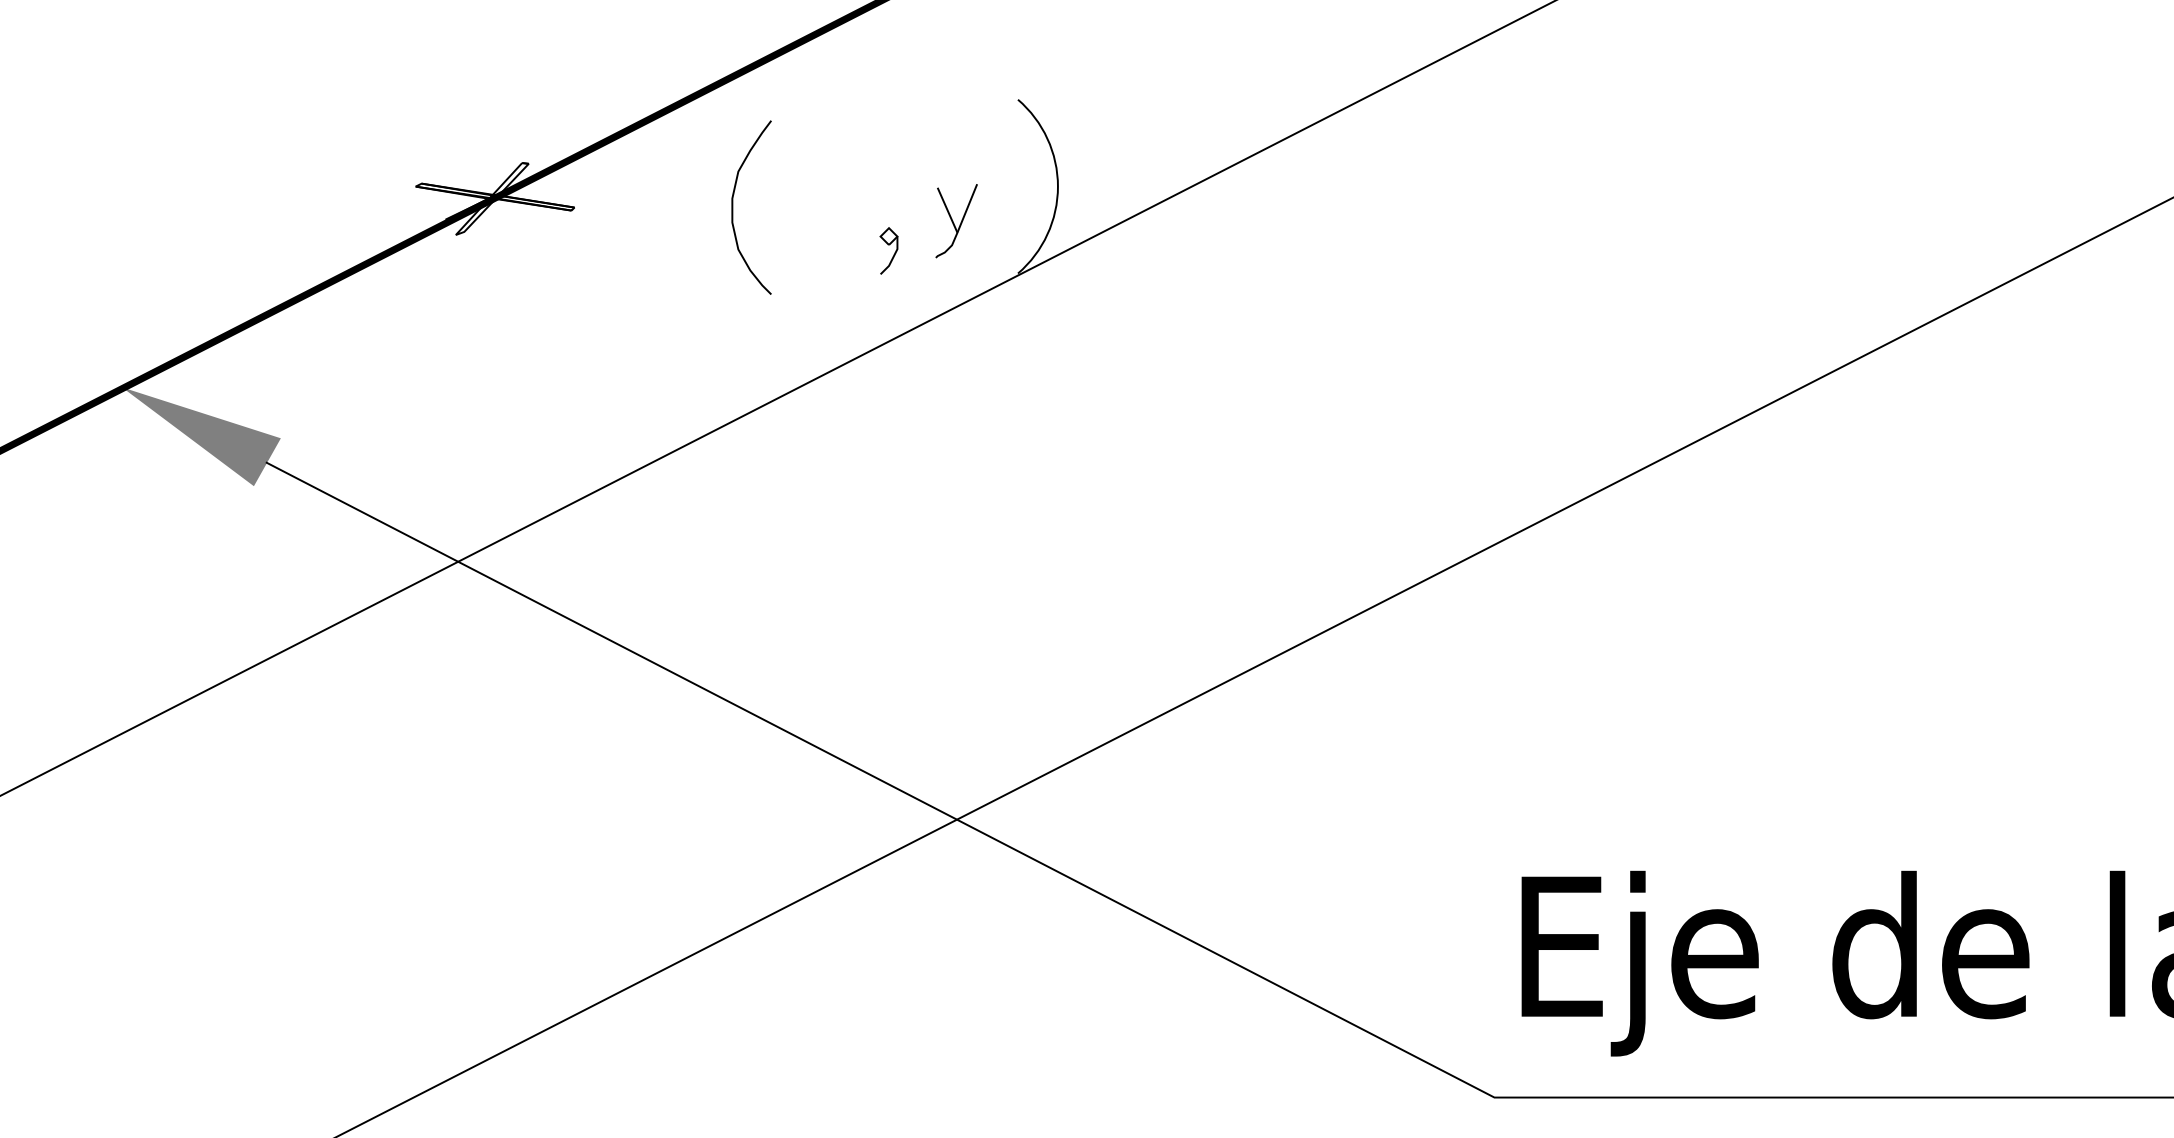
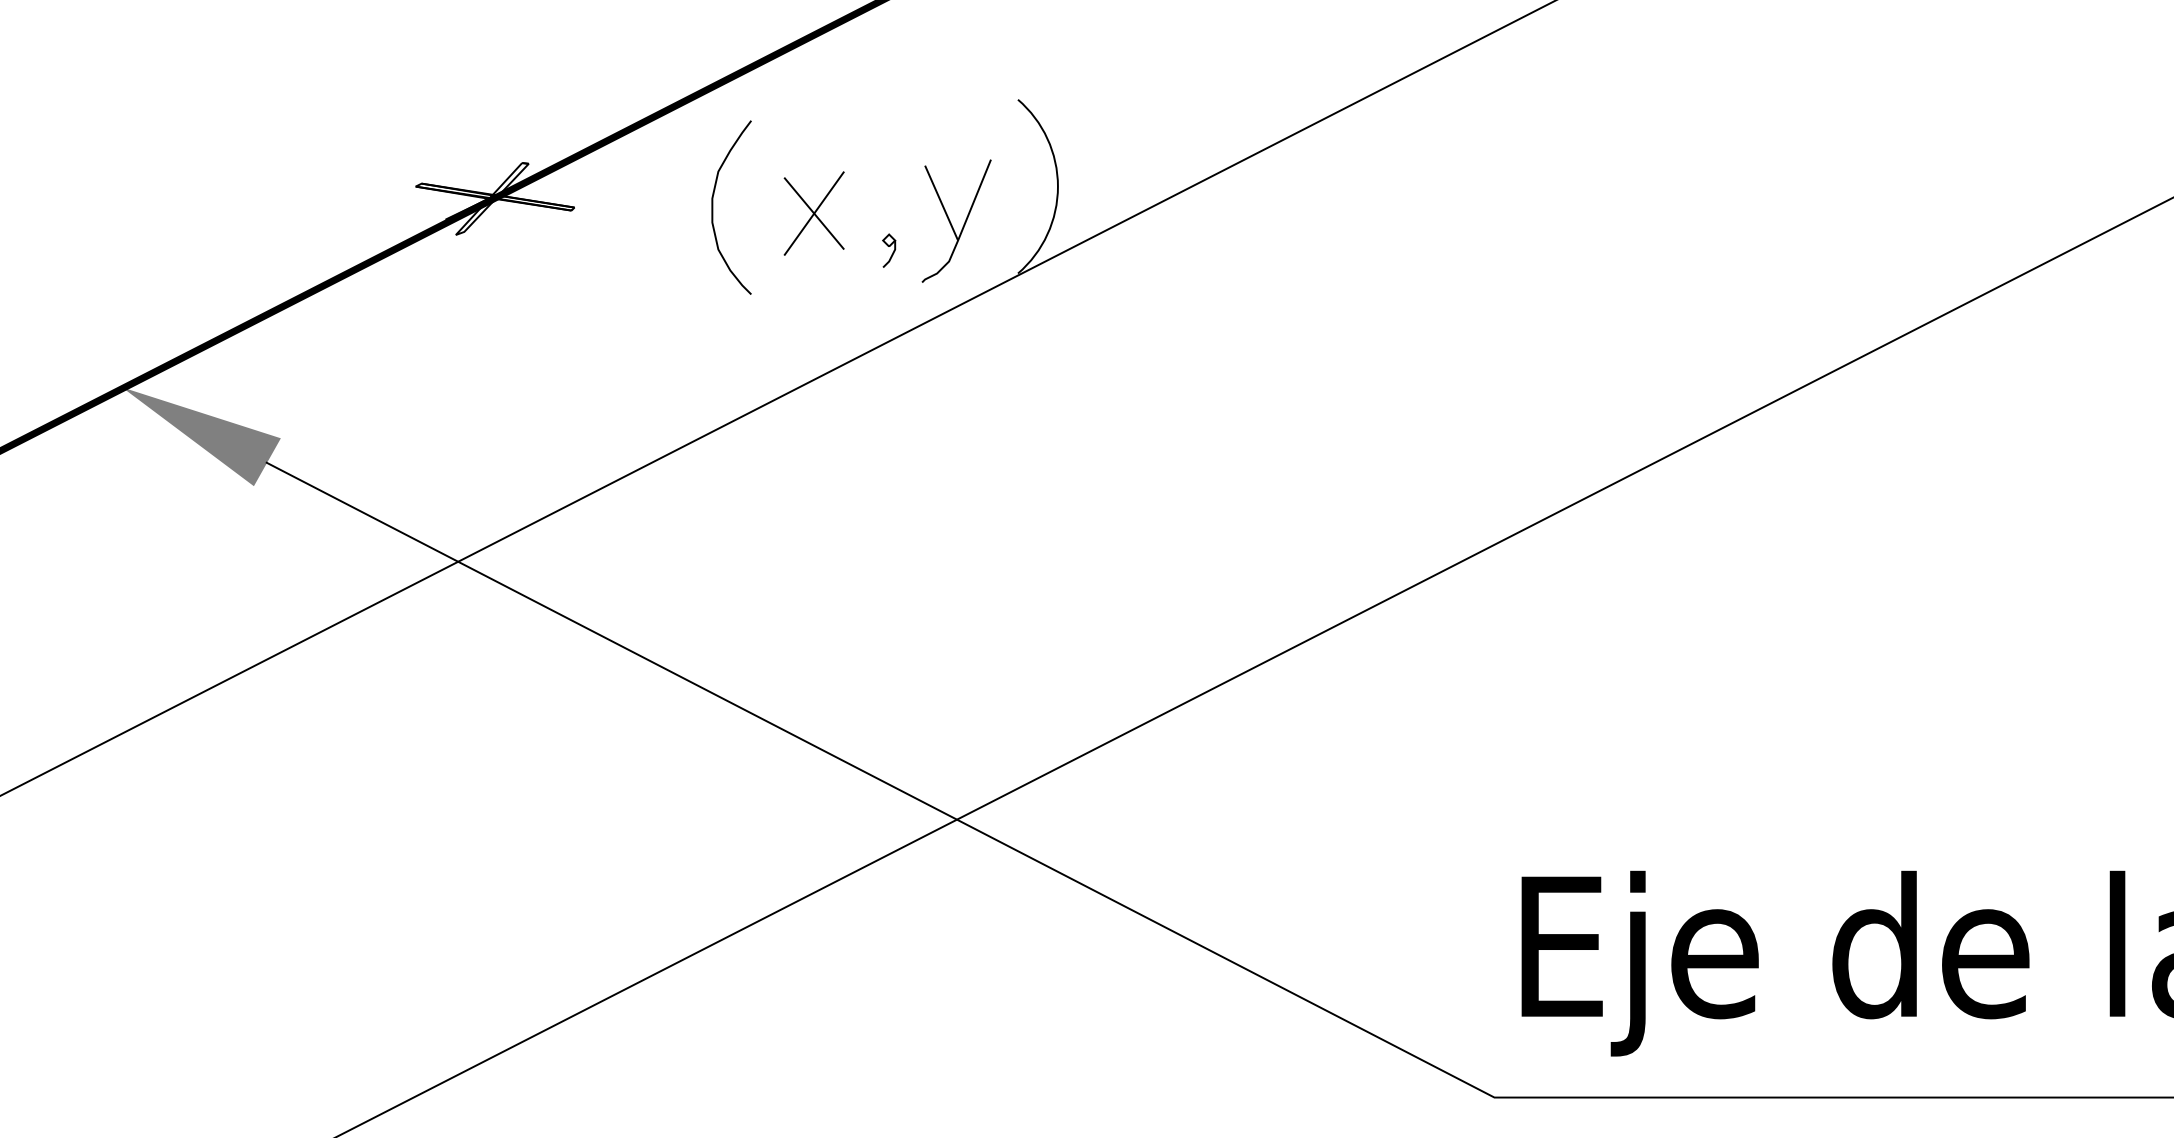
curve at (733, 207) position: (733, 207) -> (713, 207)
part at (813, 213): none -> present
part at (956, 221) size: 43x75 px -> 71x124 px
part at (888, 250) size: 20x48 px -> 15x35 px
